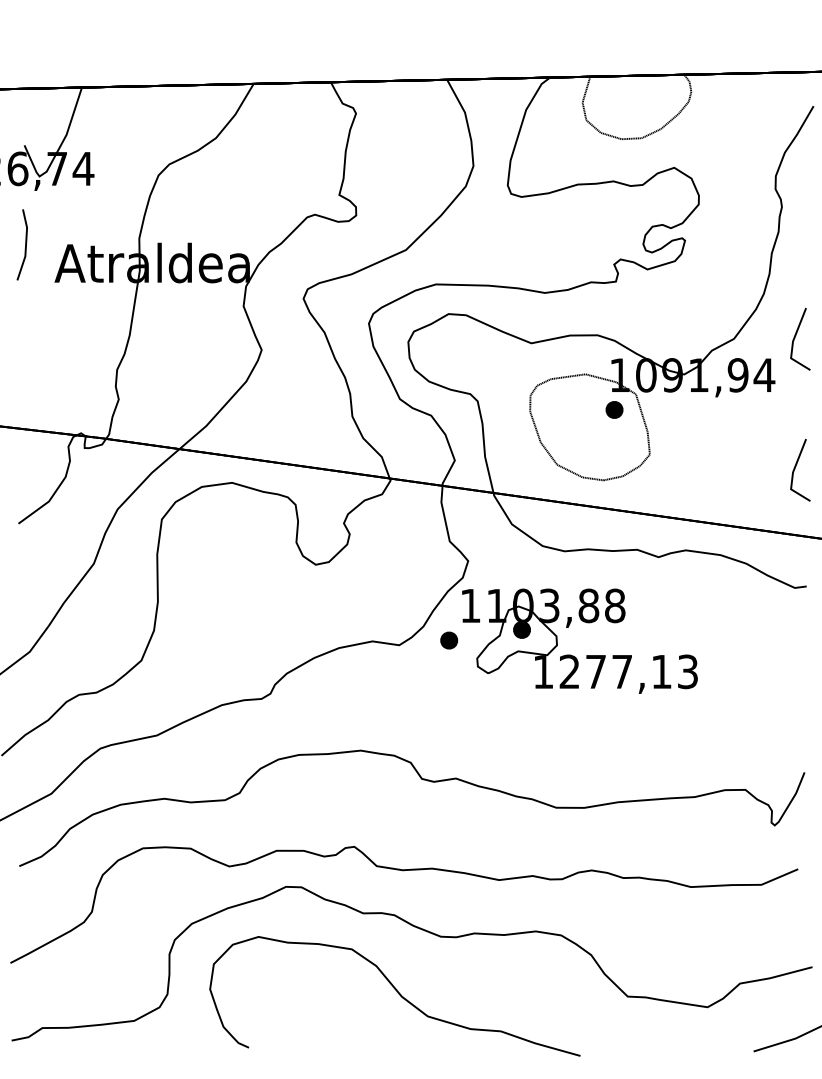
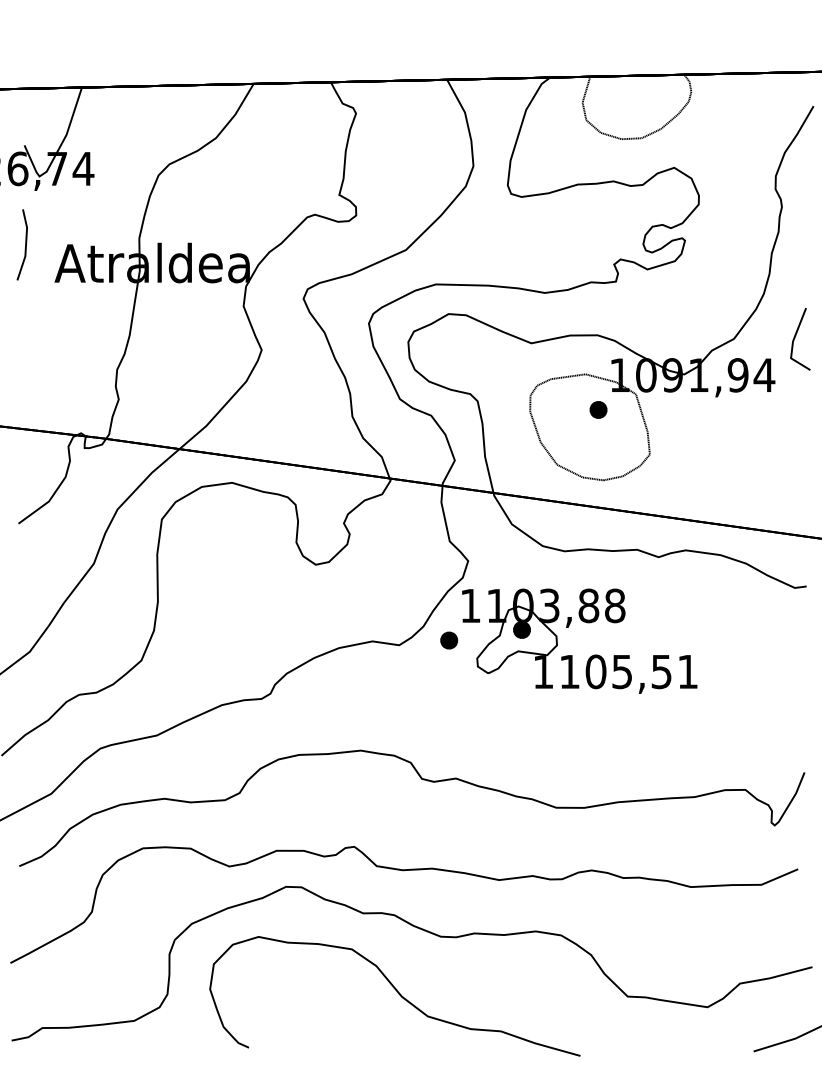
part at (614, 409) position: (614, 409) -> (598, 409)
line at (795, 469): present -> none
text at (628, 671): 1277,13 -> 1105,51
